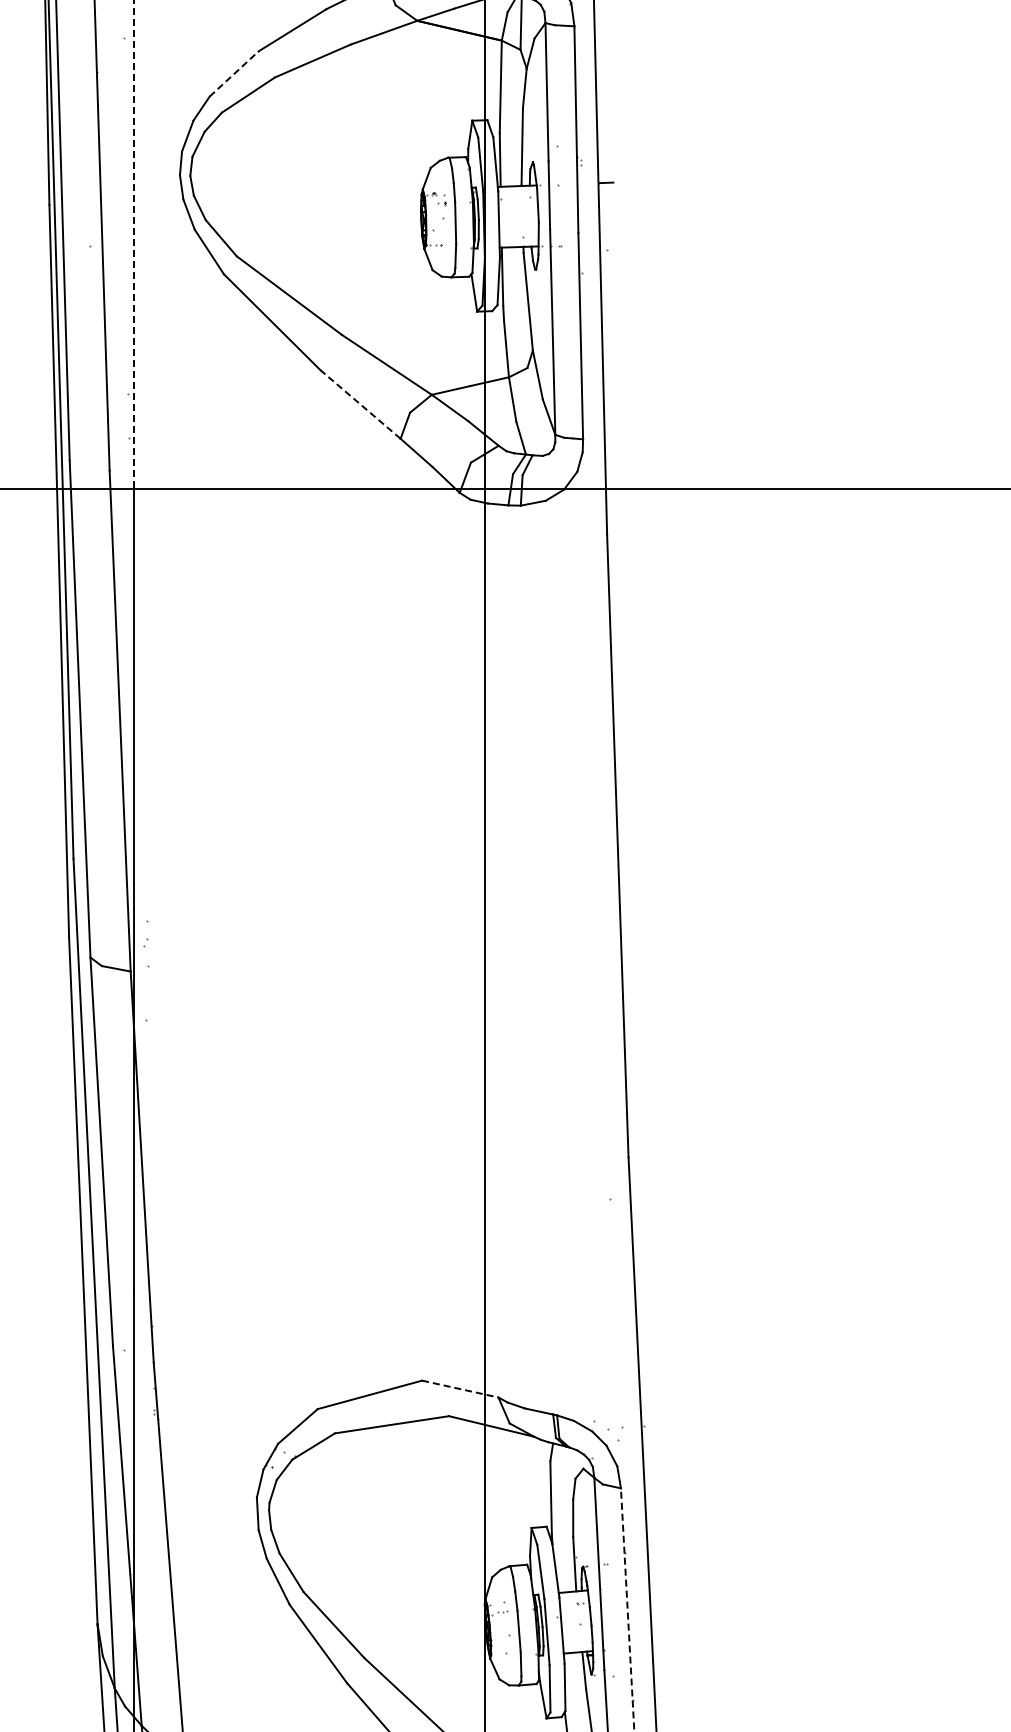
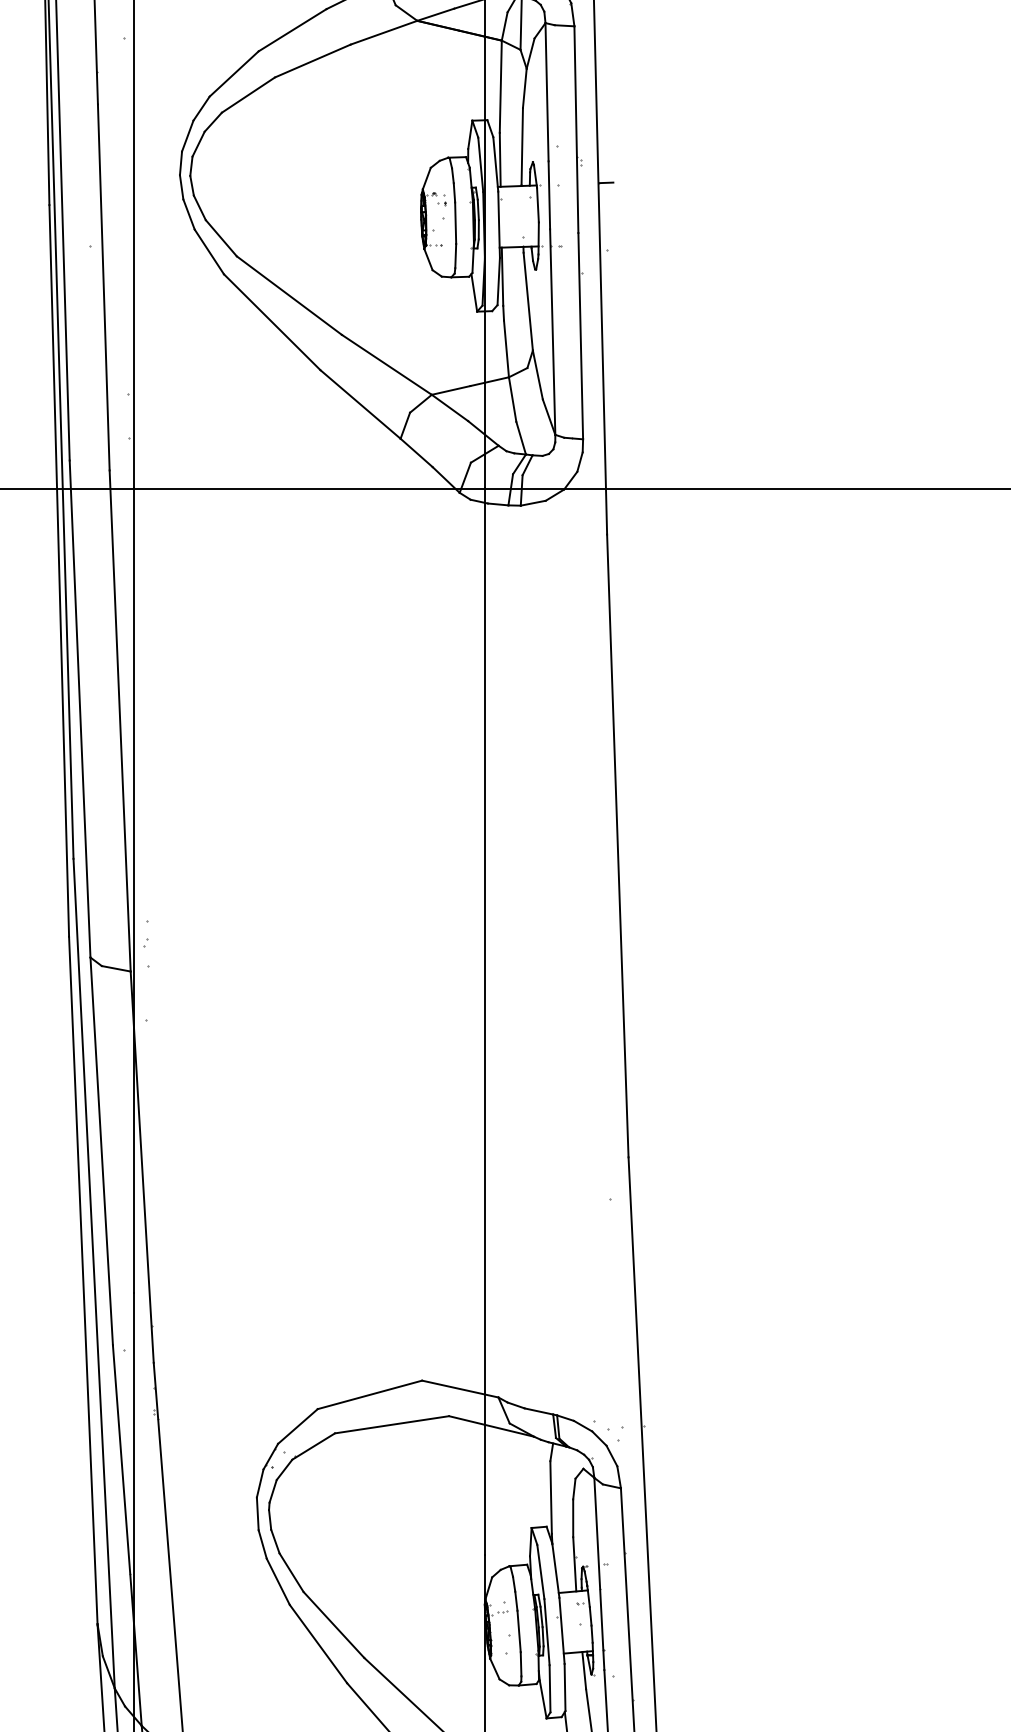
line at (234, 73): dashed -> solid
line at (134, 243): dashed -> solid
line at (360, 404): dashed -> solid
line at (460, 1389): dashed -> solid
line at (627, 1609): dashed -> solid
